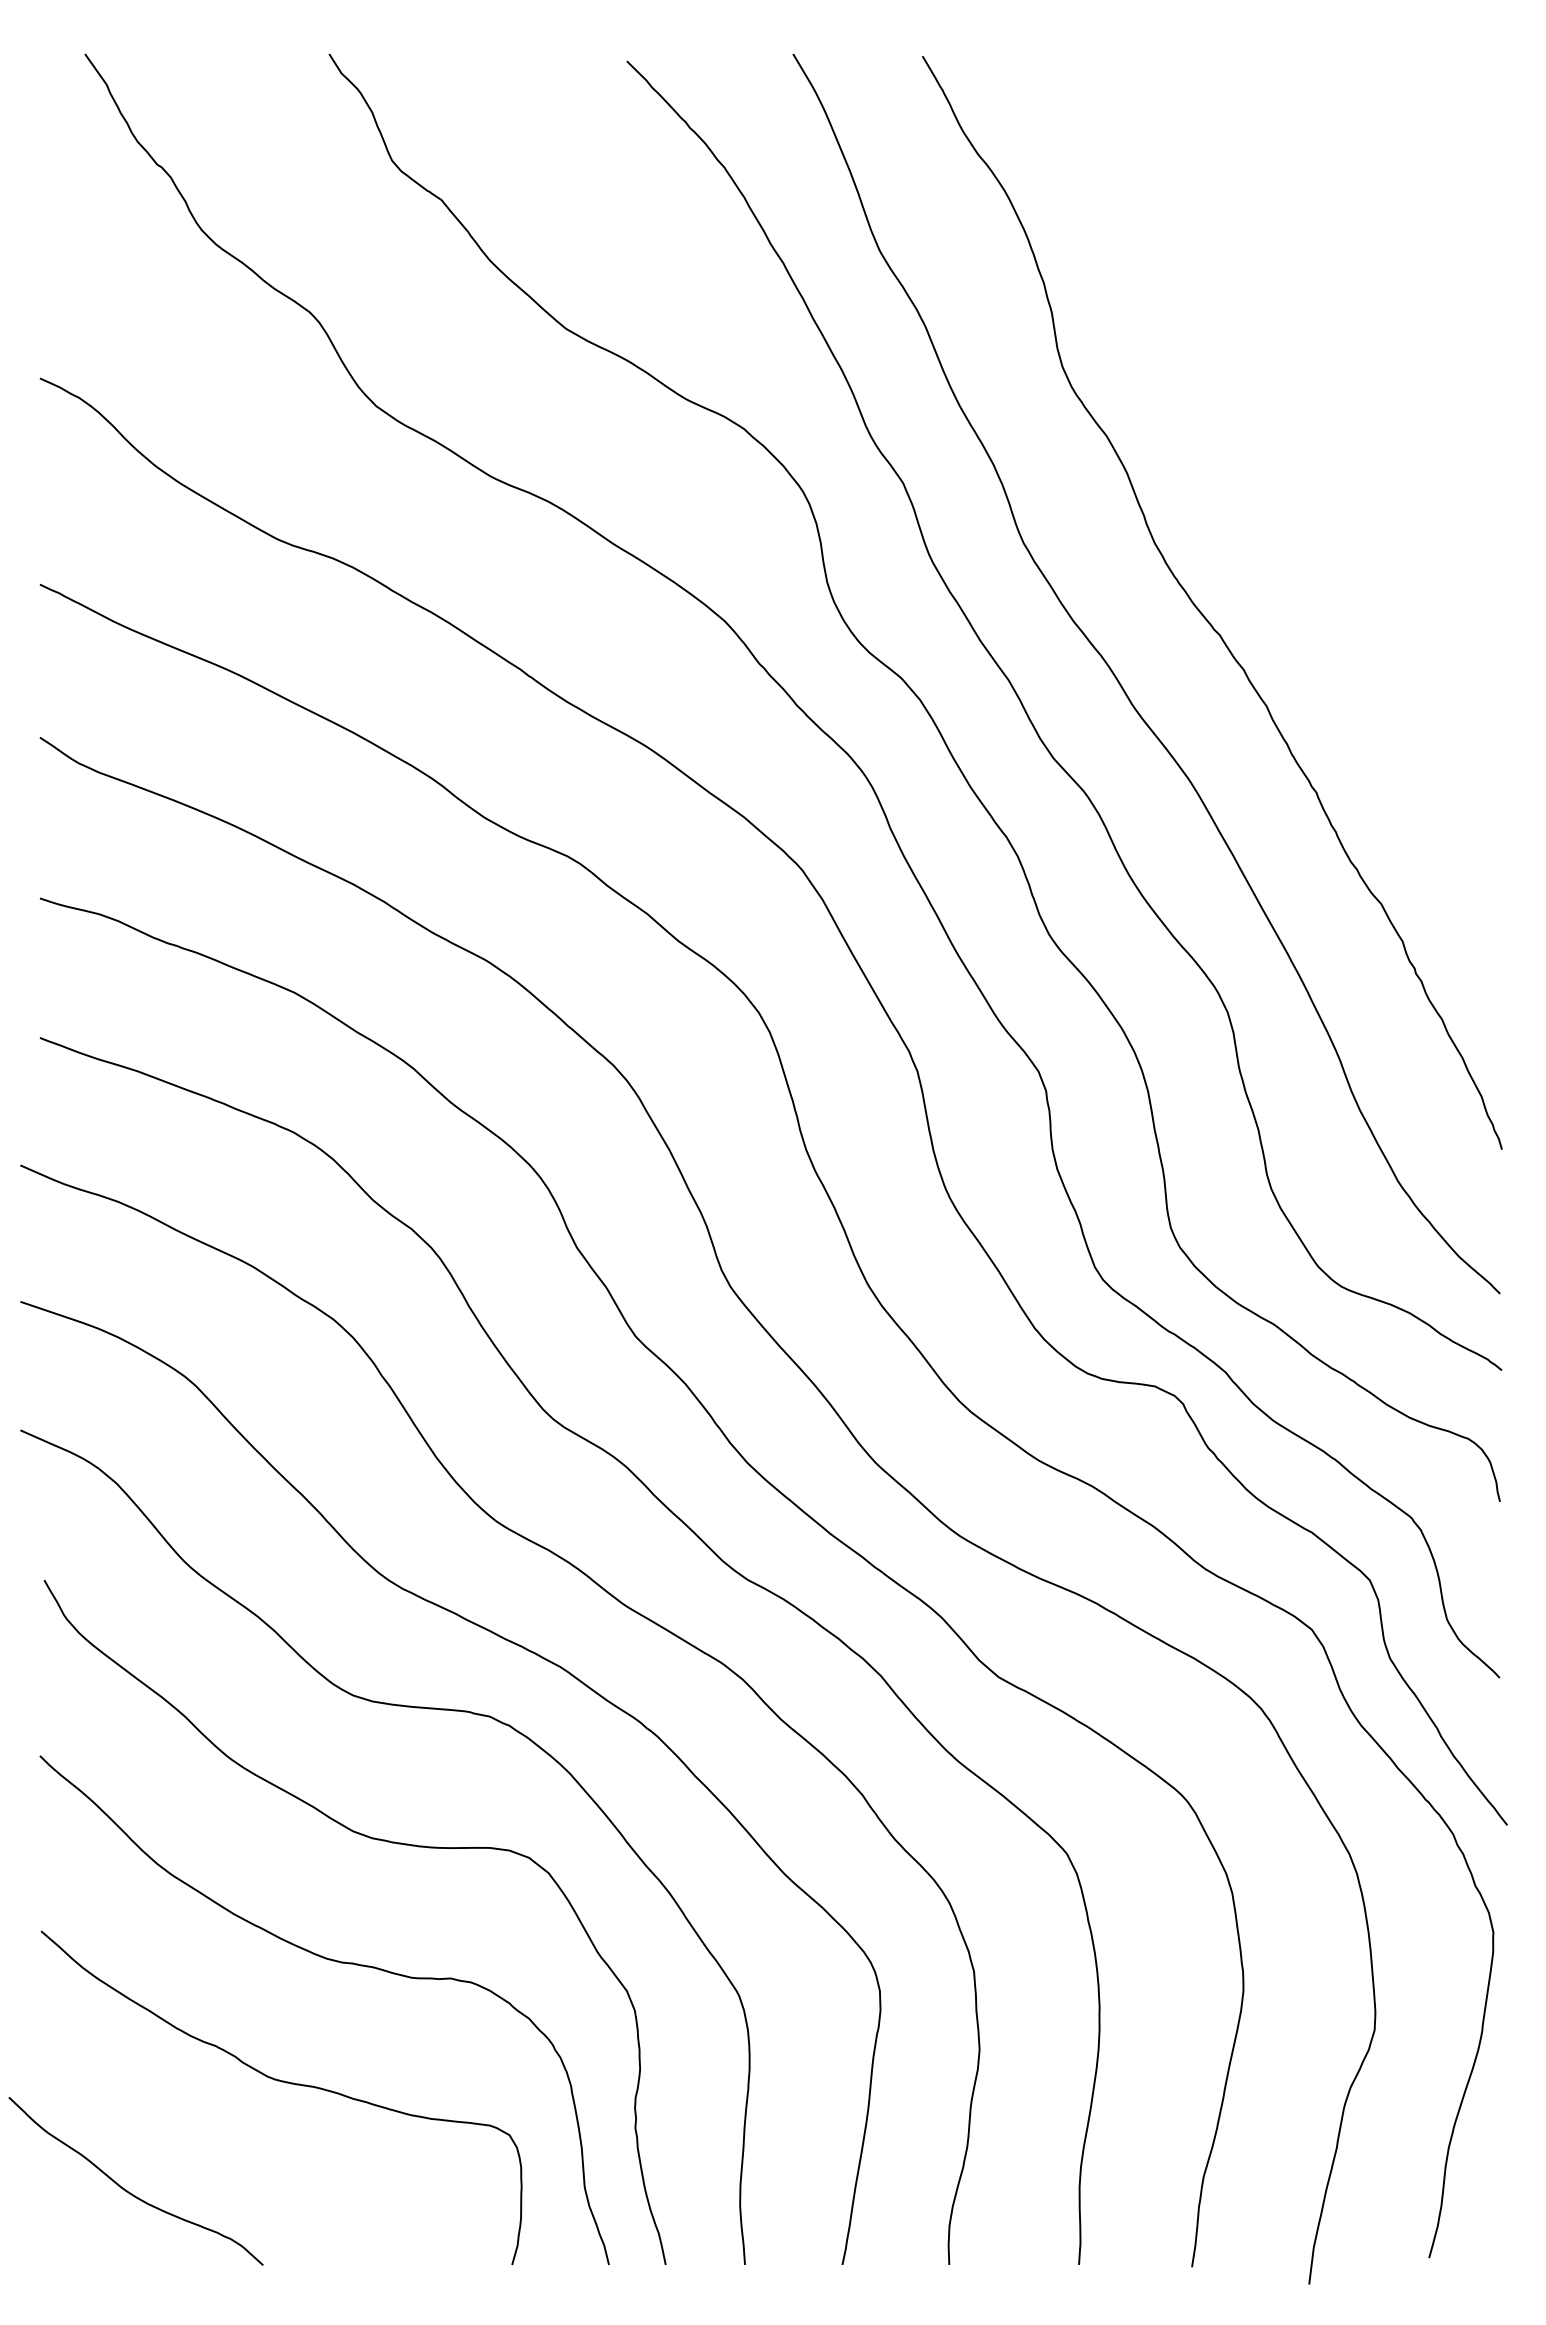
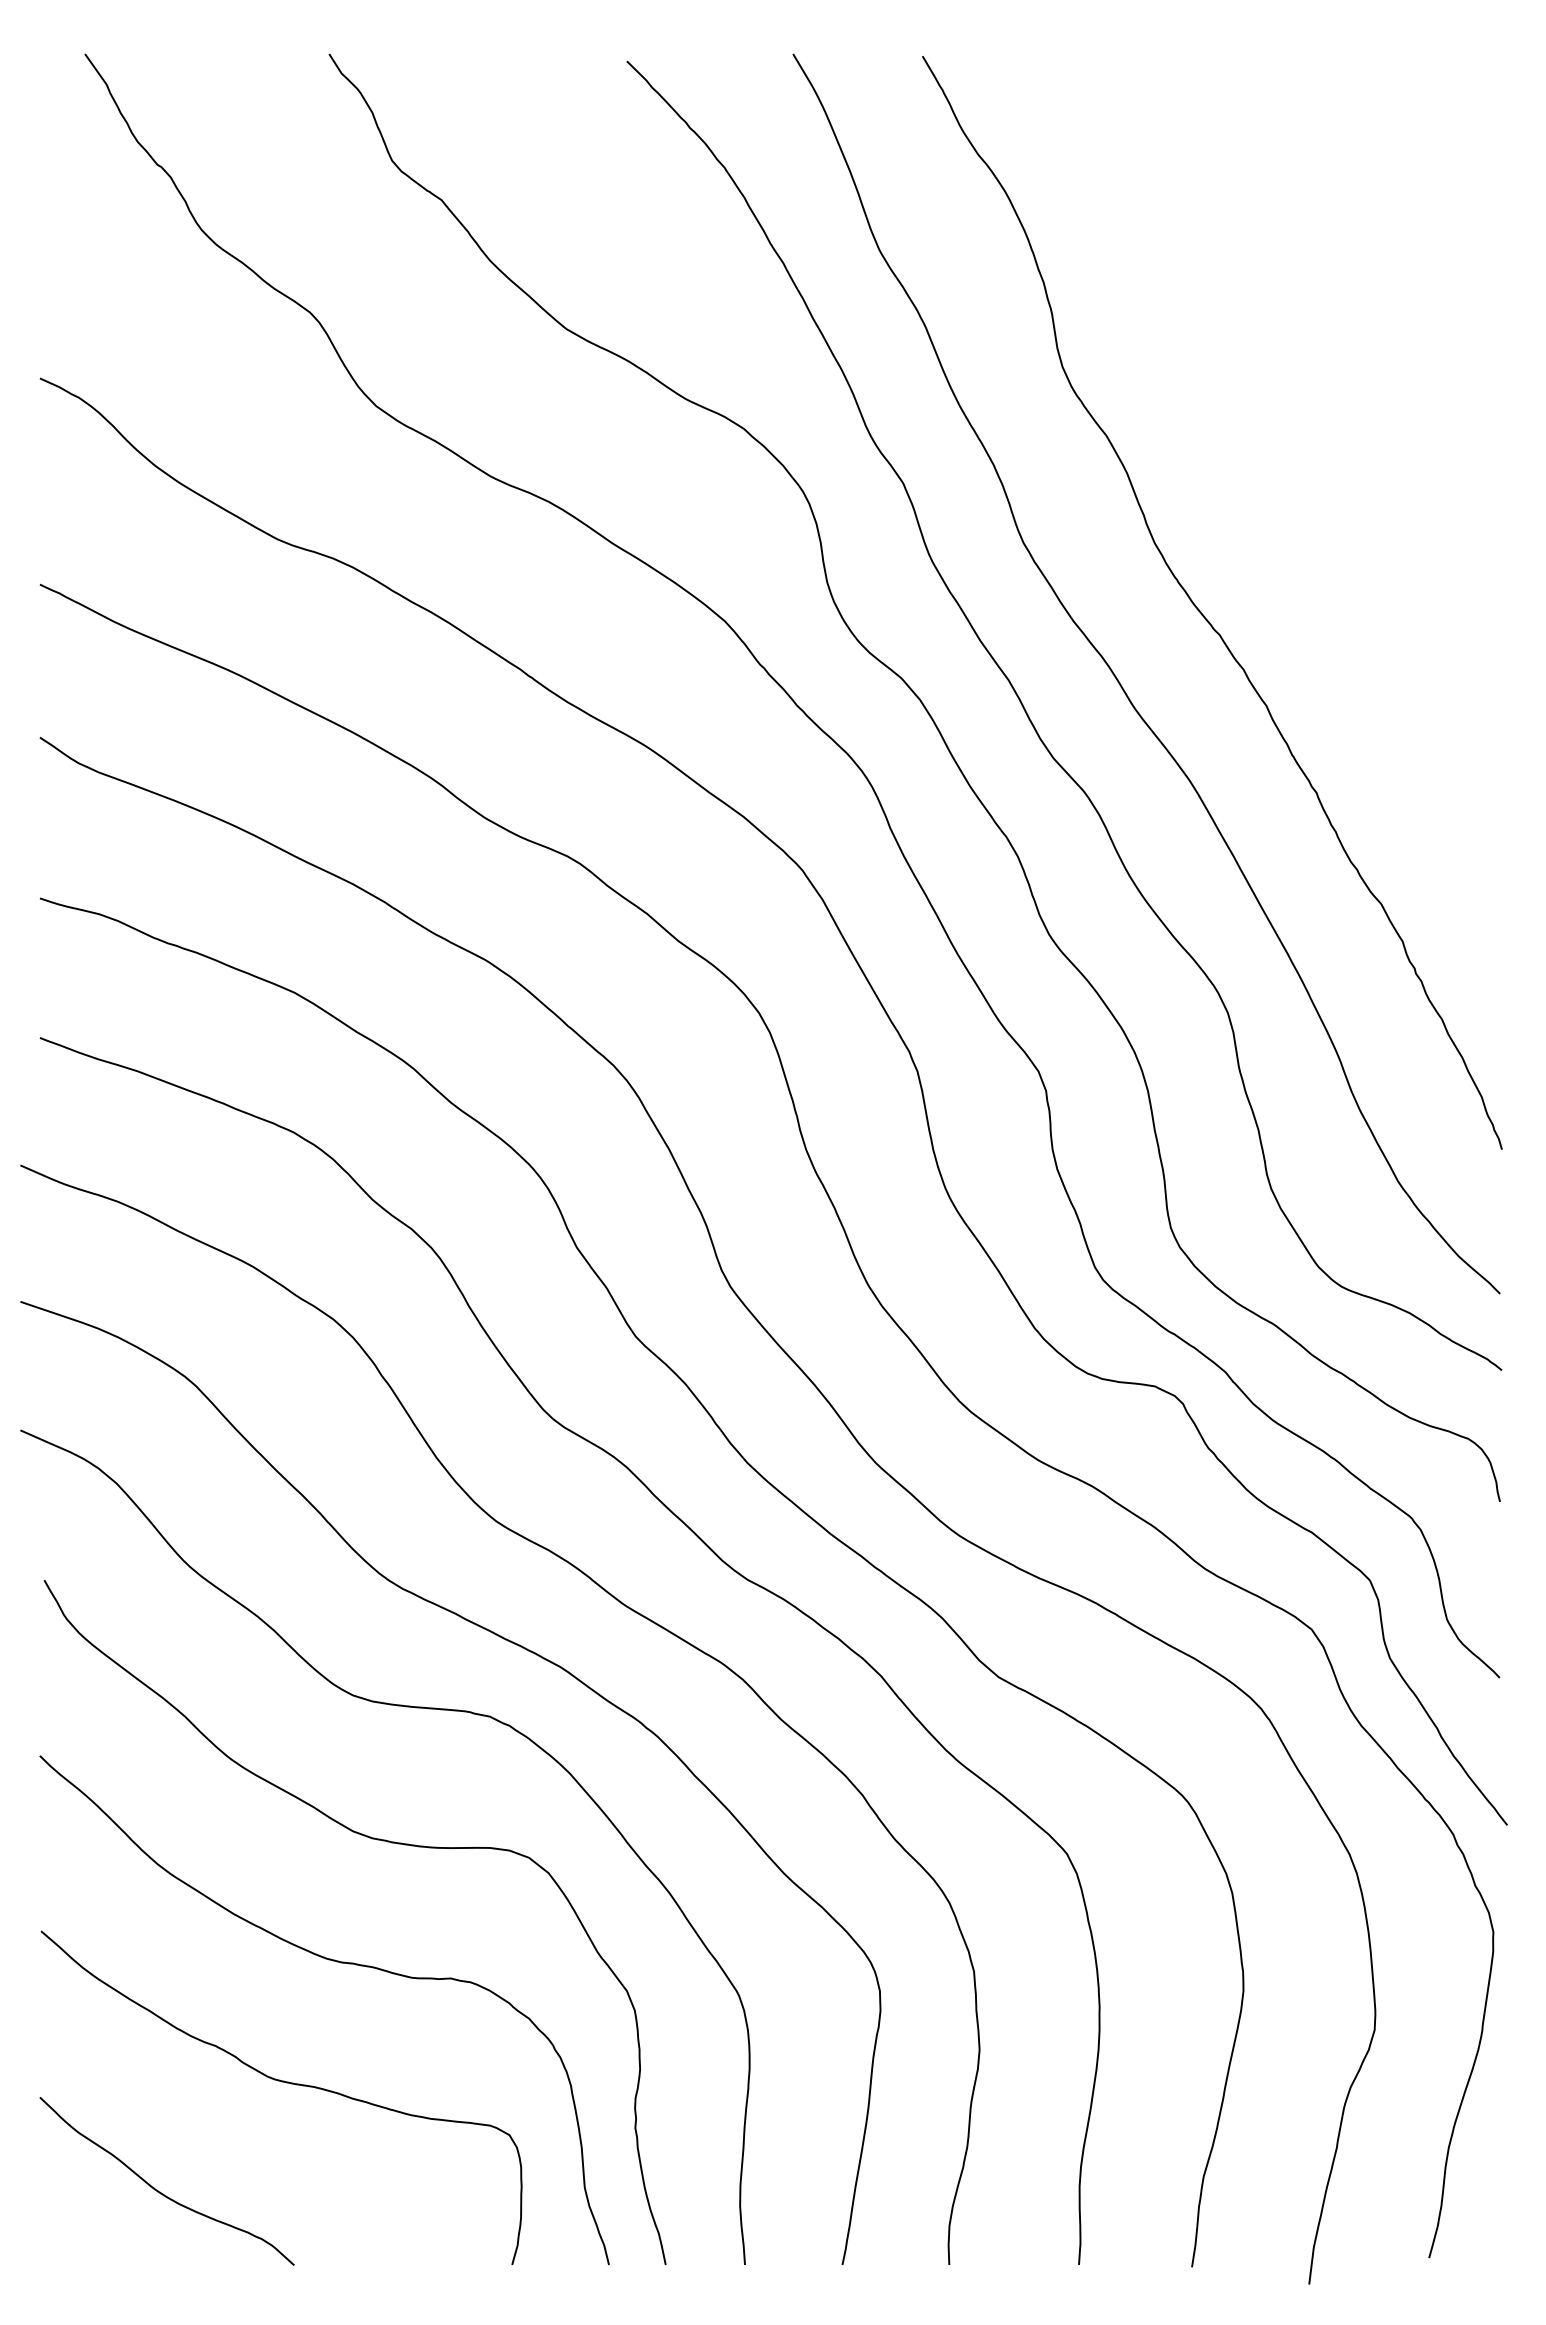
curve at (129, 2191) position: (129, 2191) -> (160, 2191)
